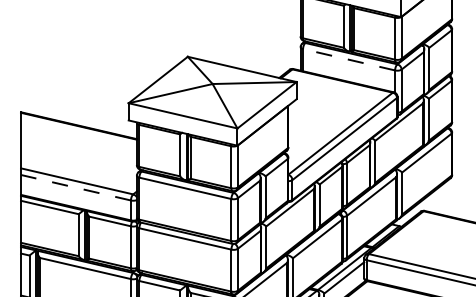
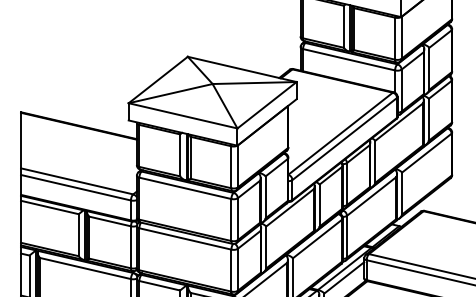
line at (348, 59): dashed -> solid
line at (75, 187): dashed -> solid
